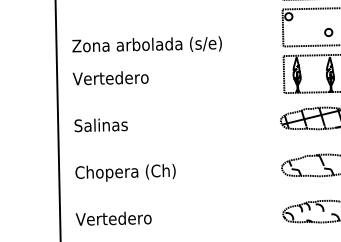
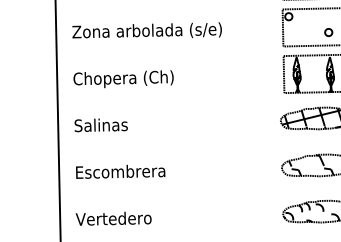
text at (146, 44) position: (146, 44) -> (146, 30)
text at (122, 79): Vertedero -> Chopera (Ch)
text at (125, 172): Chopera (Ch) -> Escombrera
